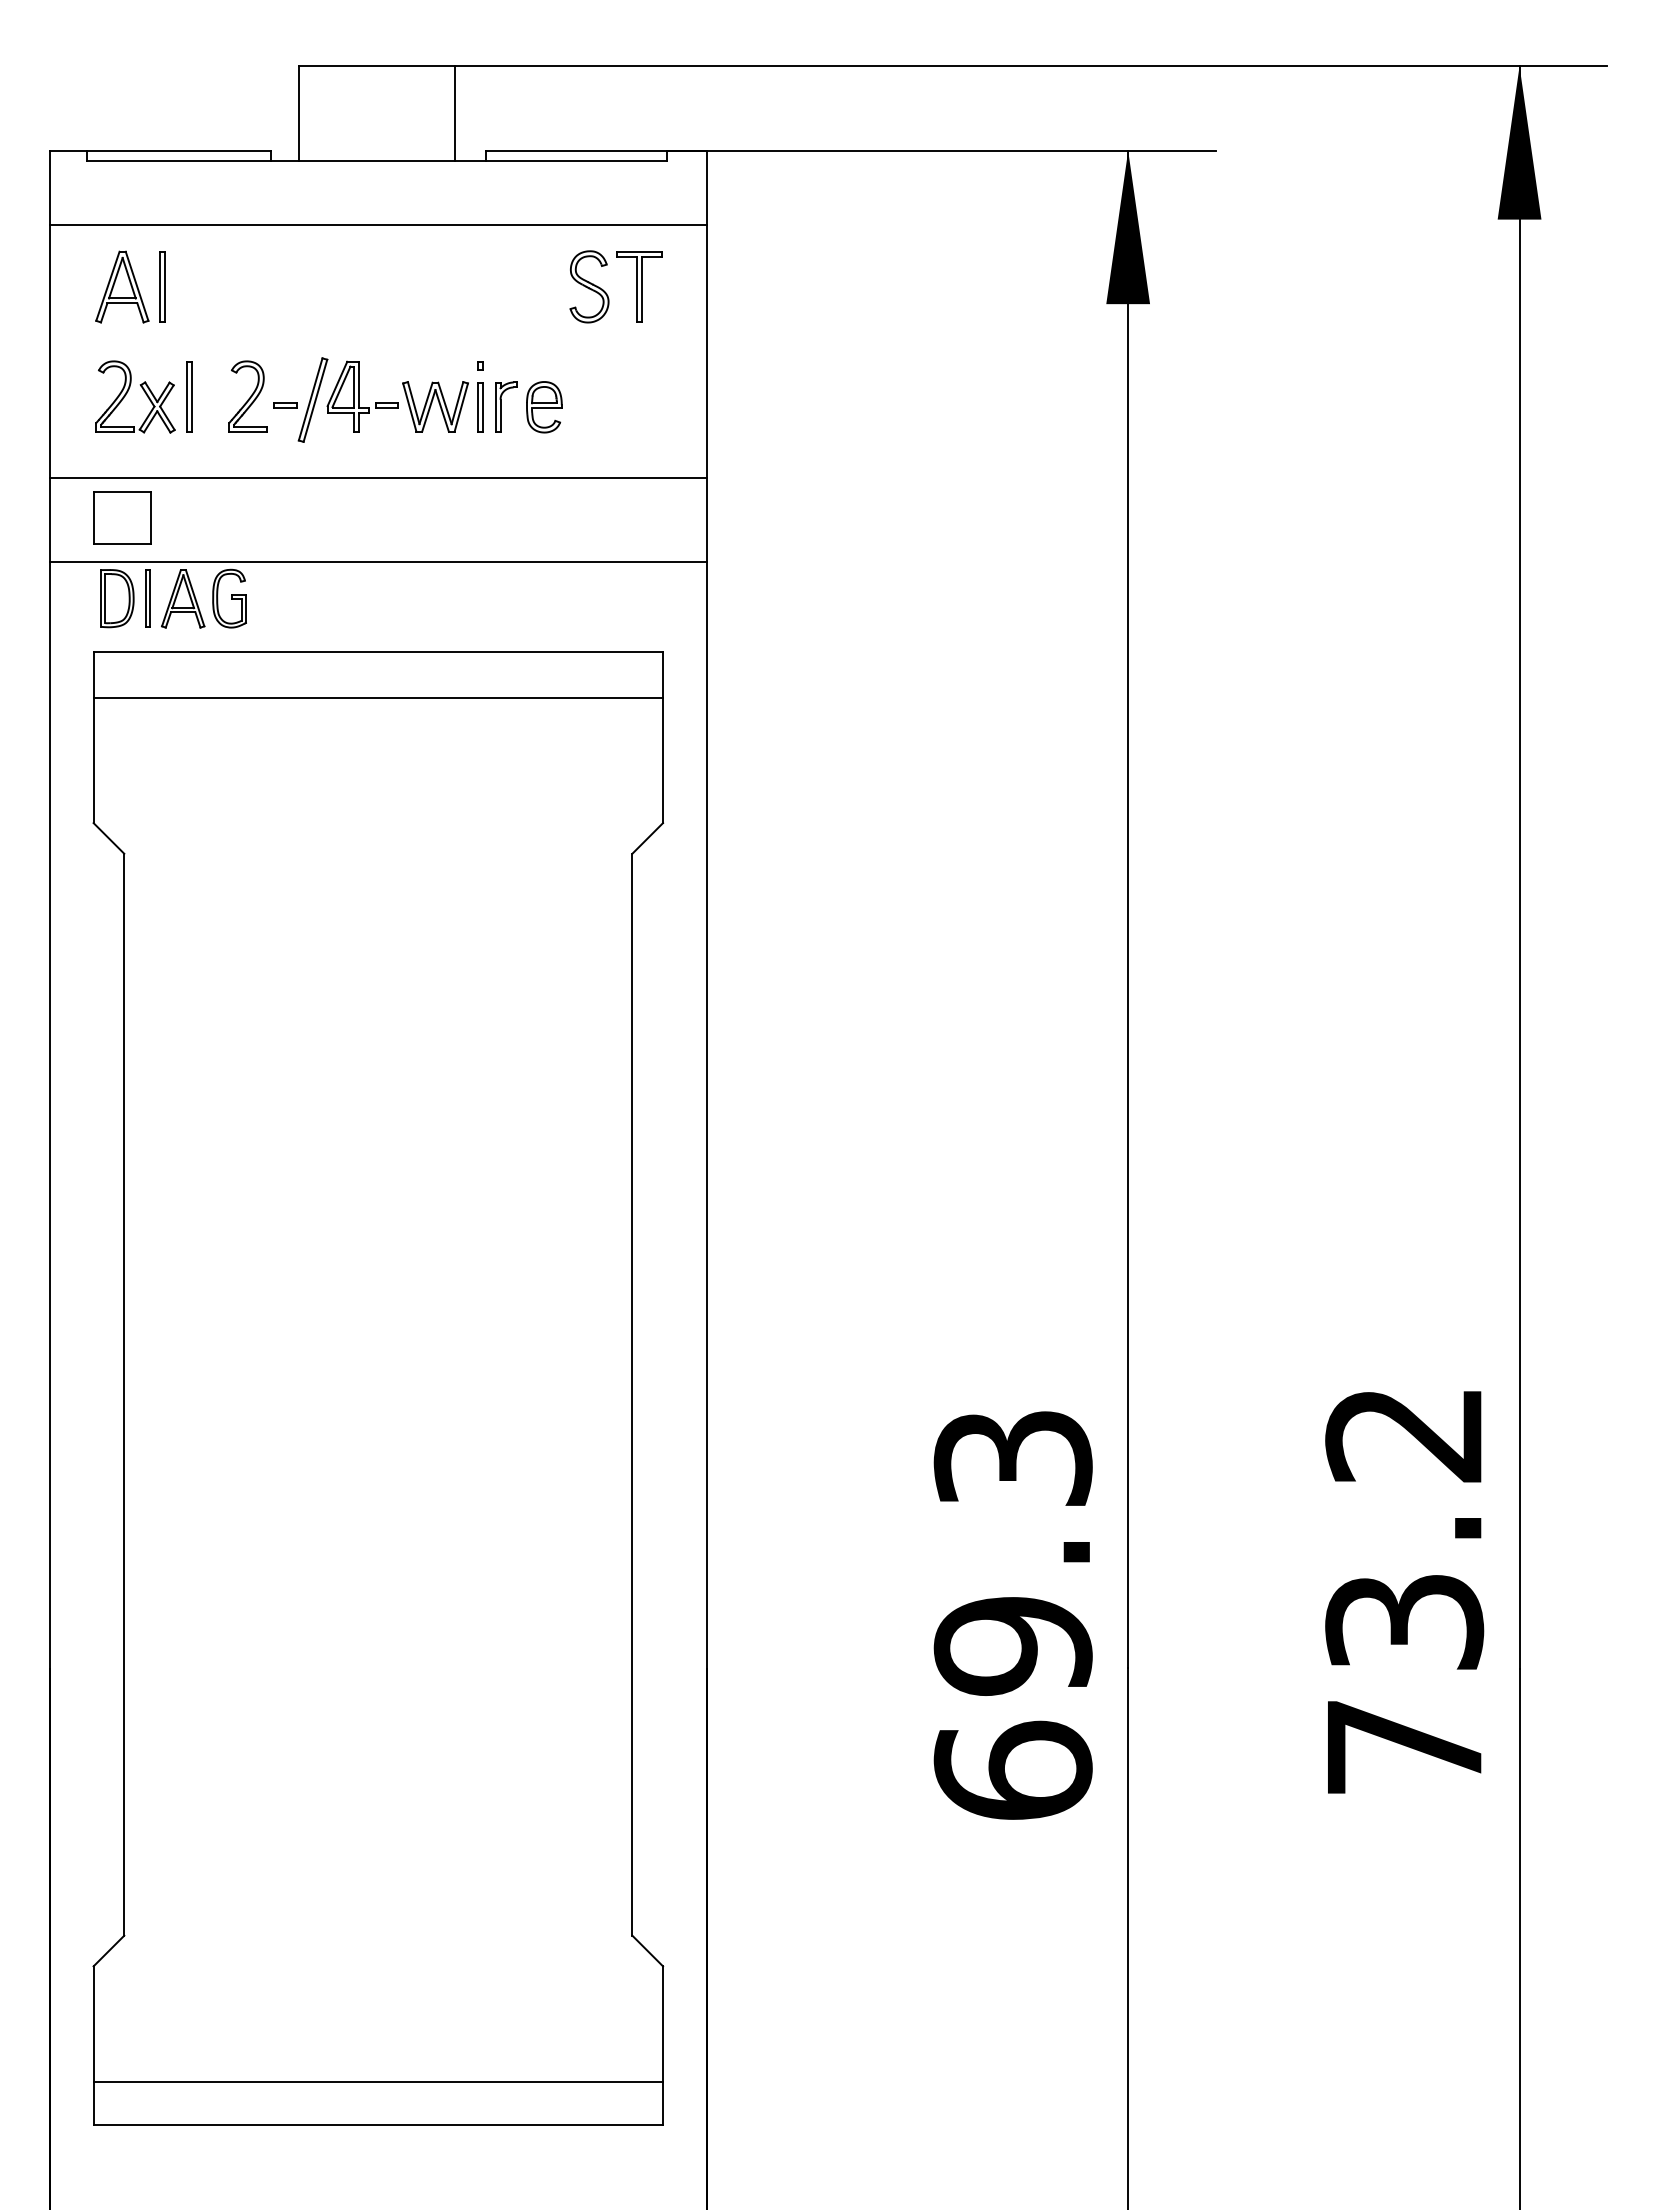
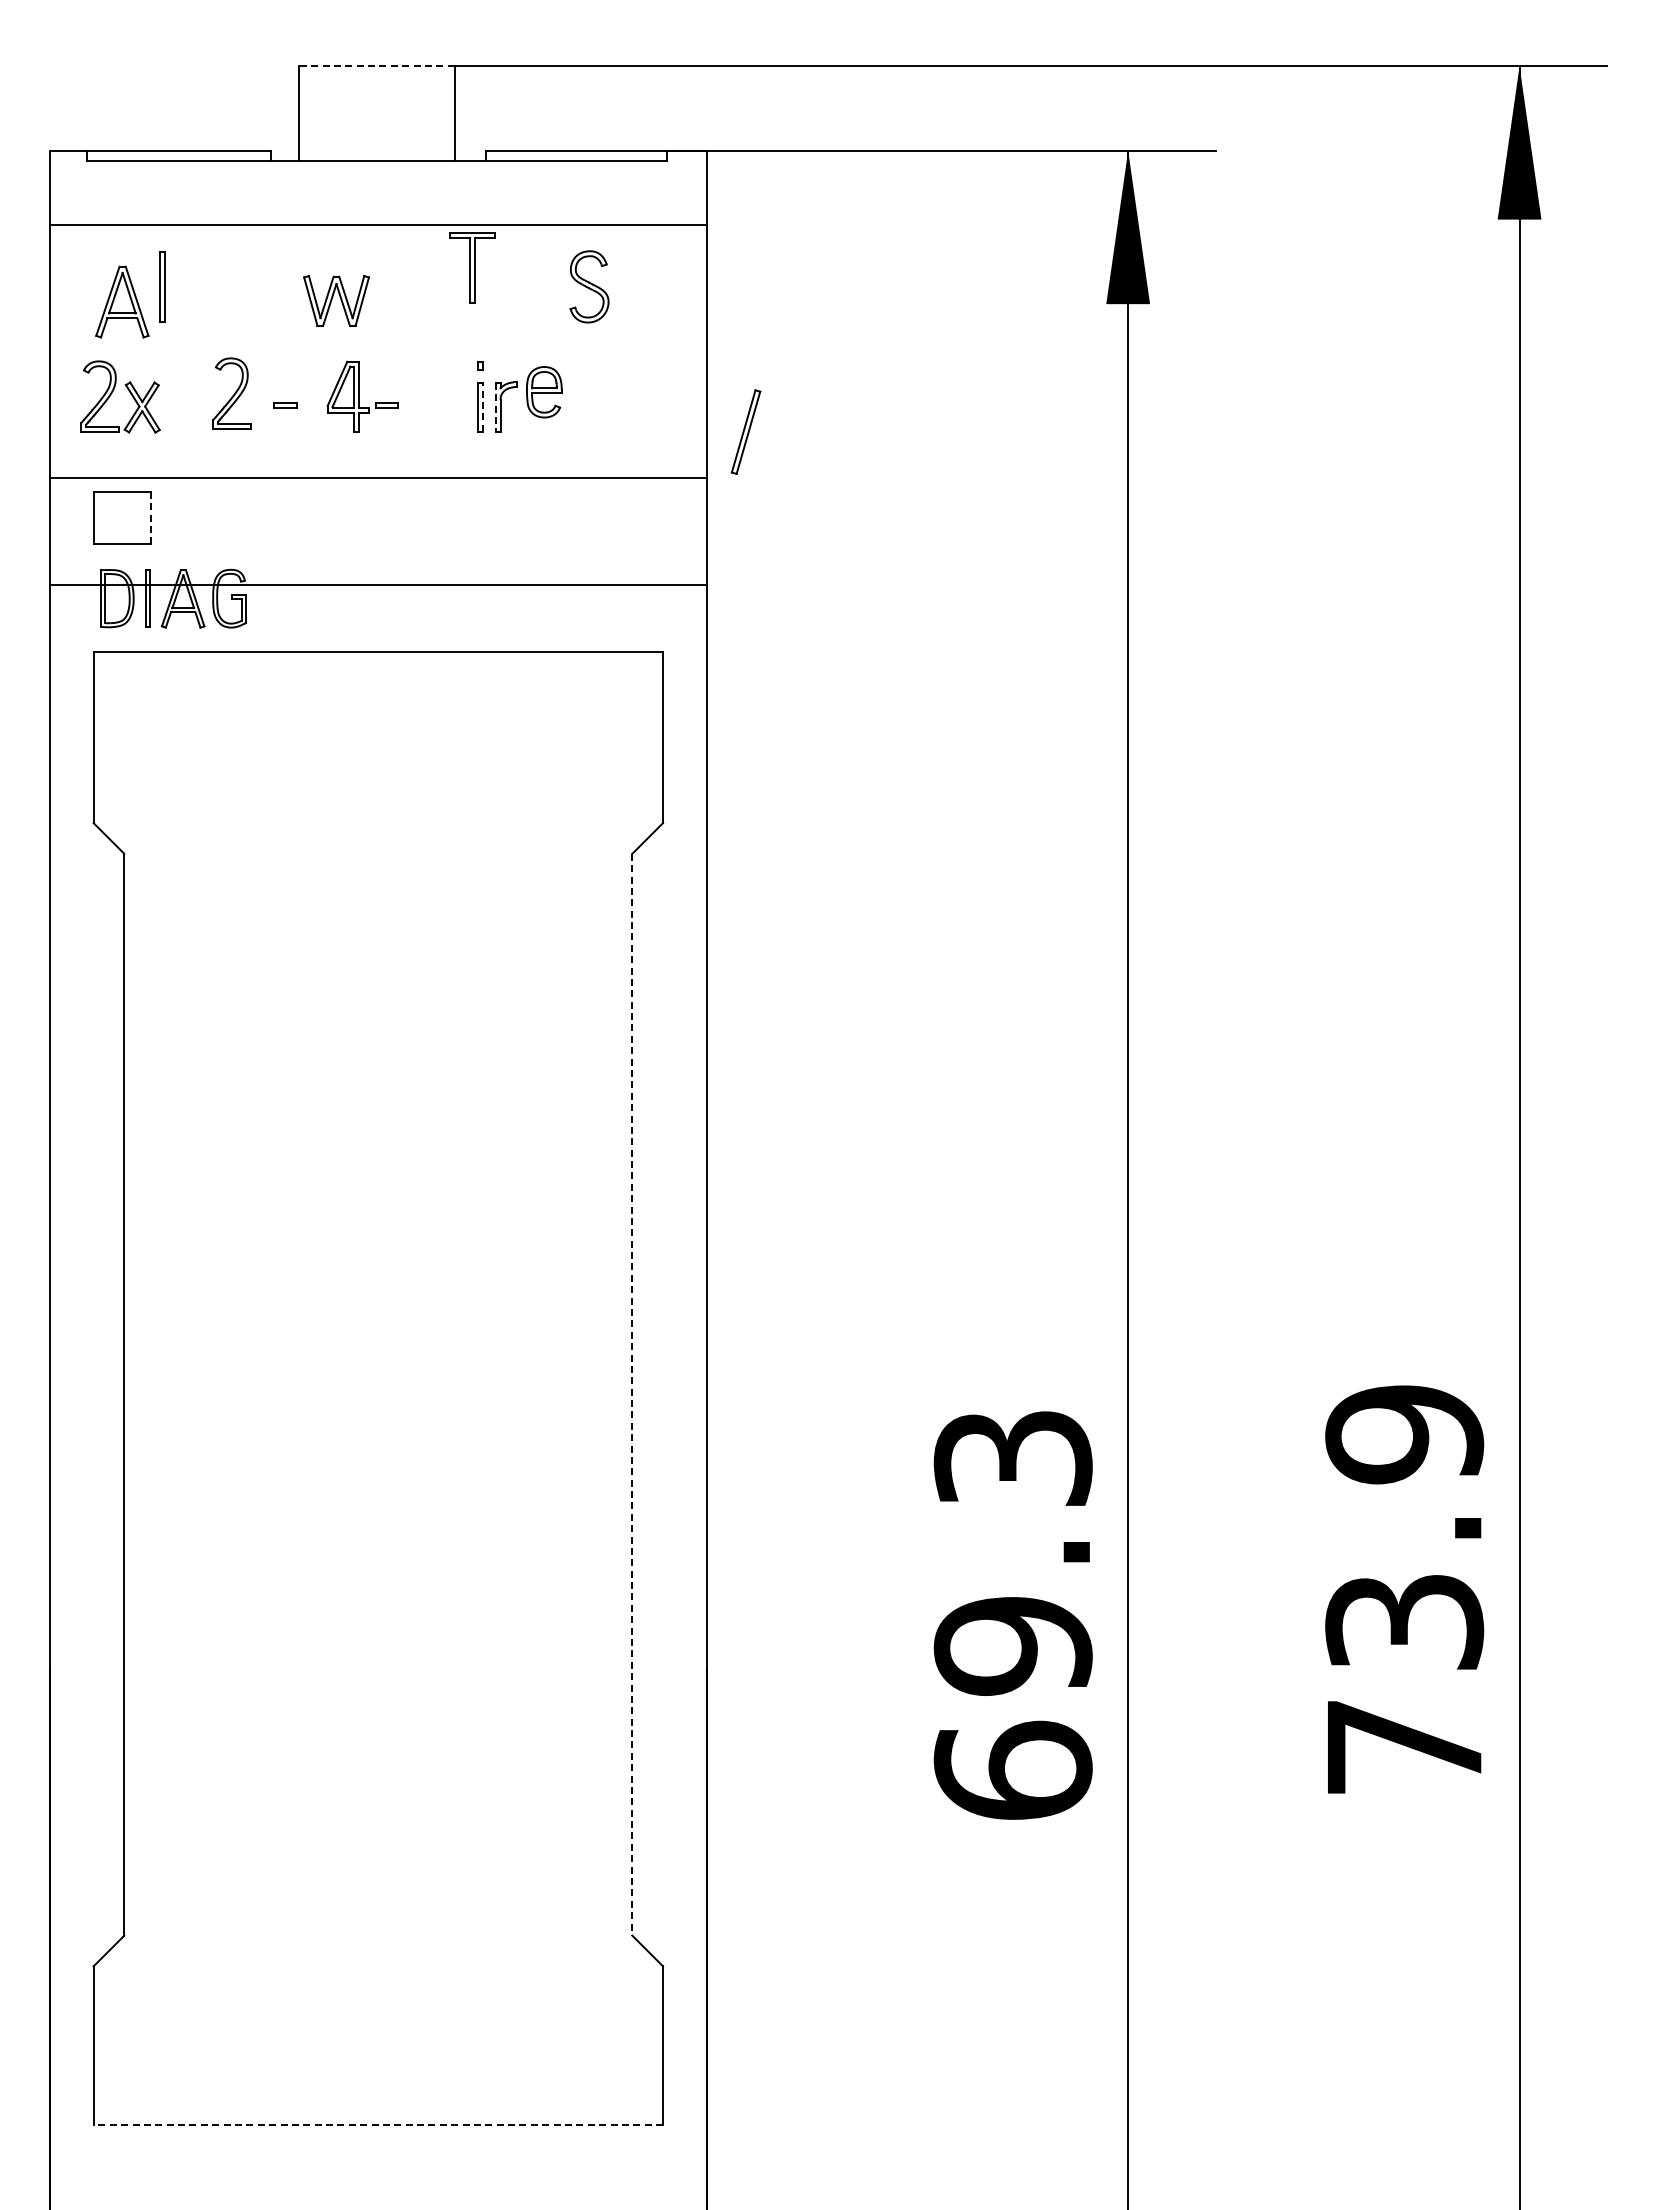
line at (377, 66): solid -> dashed
part at (122, 286) position: (122, 286) -> (122, 301)
part at (639, 286) position: (639, 286) -> (472, 267)
part at (127, 393) position: (127, 393) -> (112, 393)
part at (189, 396): present -> none
part at (247, 396) position: (247, 396) -> (231, 393)
part at (312, 399) position: (312, 399) -> (745, 431)
part at (435, 406) position: (435, 406) -> (336, 300)
line at (482, 407): solid -> dashed
line at (495, 407): solid -> dashed
part at (544, 407) position: (544, 407) -> (544, 392)
line at (150, 517): solid -> dashed
line at (377, 561) position: (377, 561) -> (377, 584)
line at (378, 698): present -> none
line at (632, 1394): solid -> dashed
text at (1404, 1434): 73.2 -> 73.9
line at (378, 2081): present -> none
line at (378, 2125): solid -> dashed
